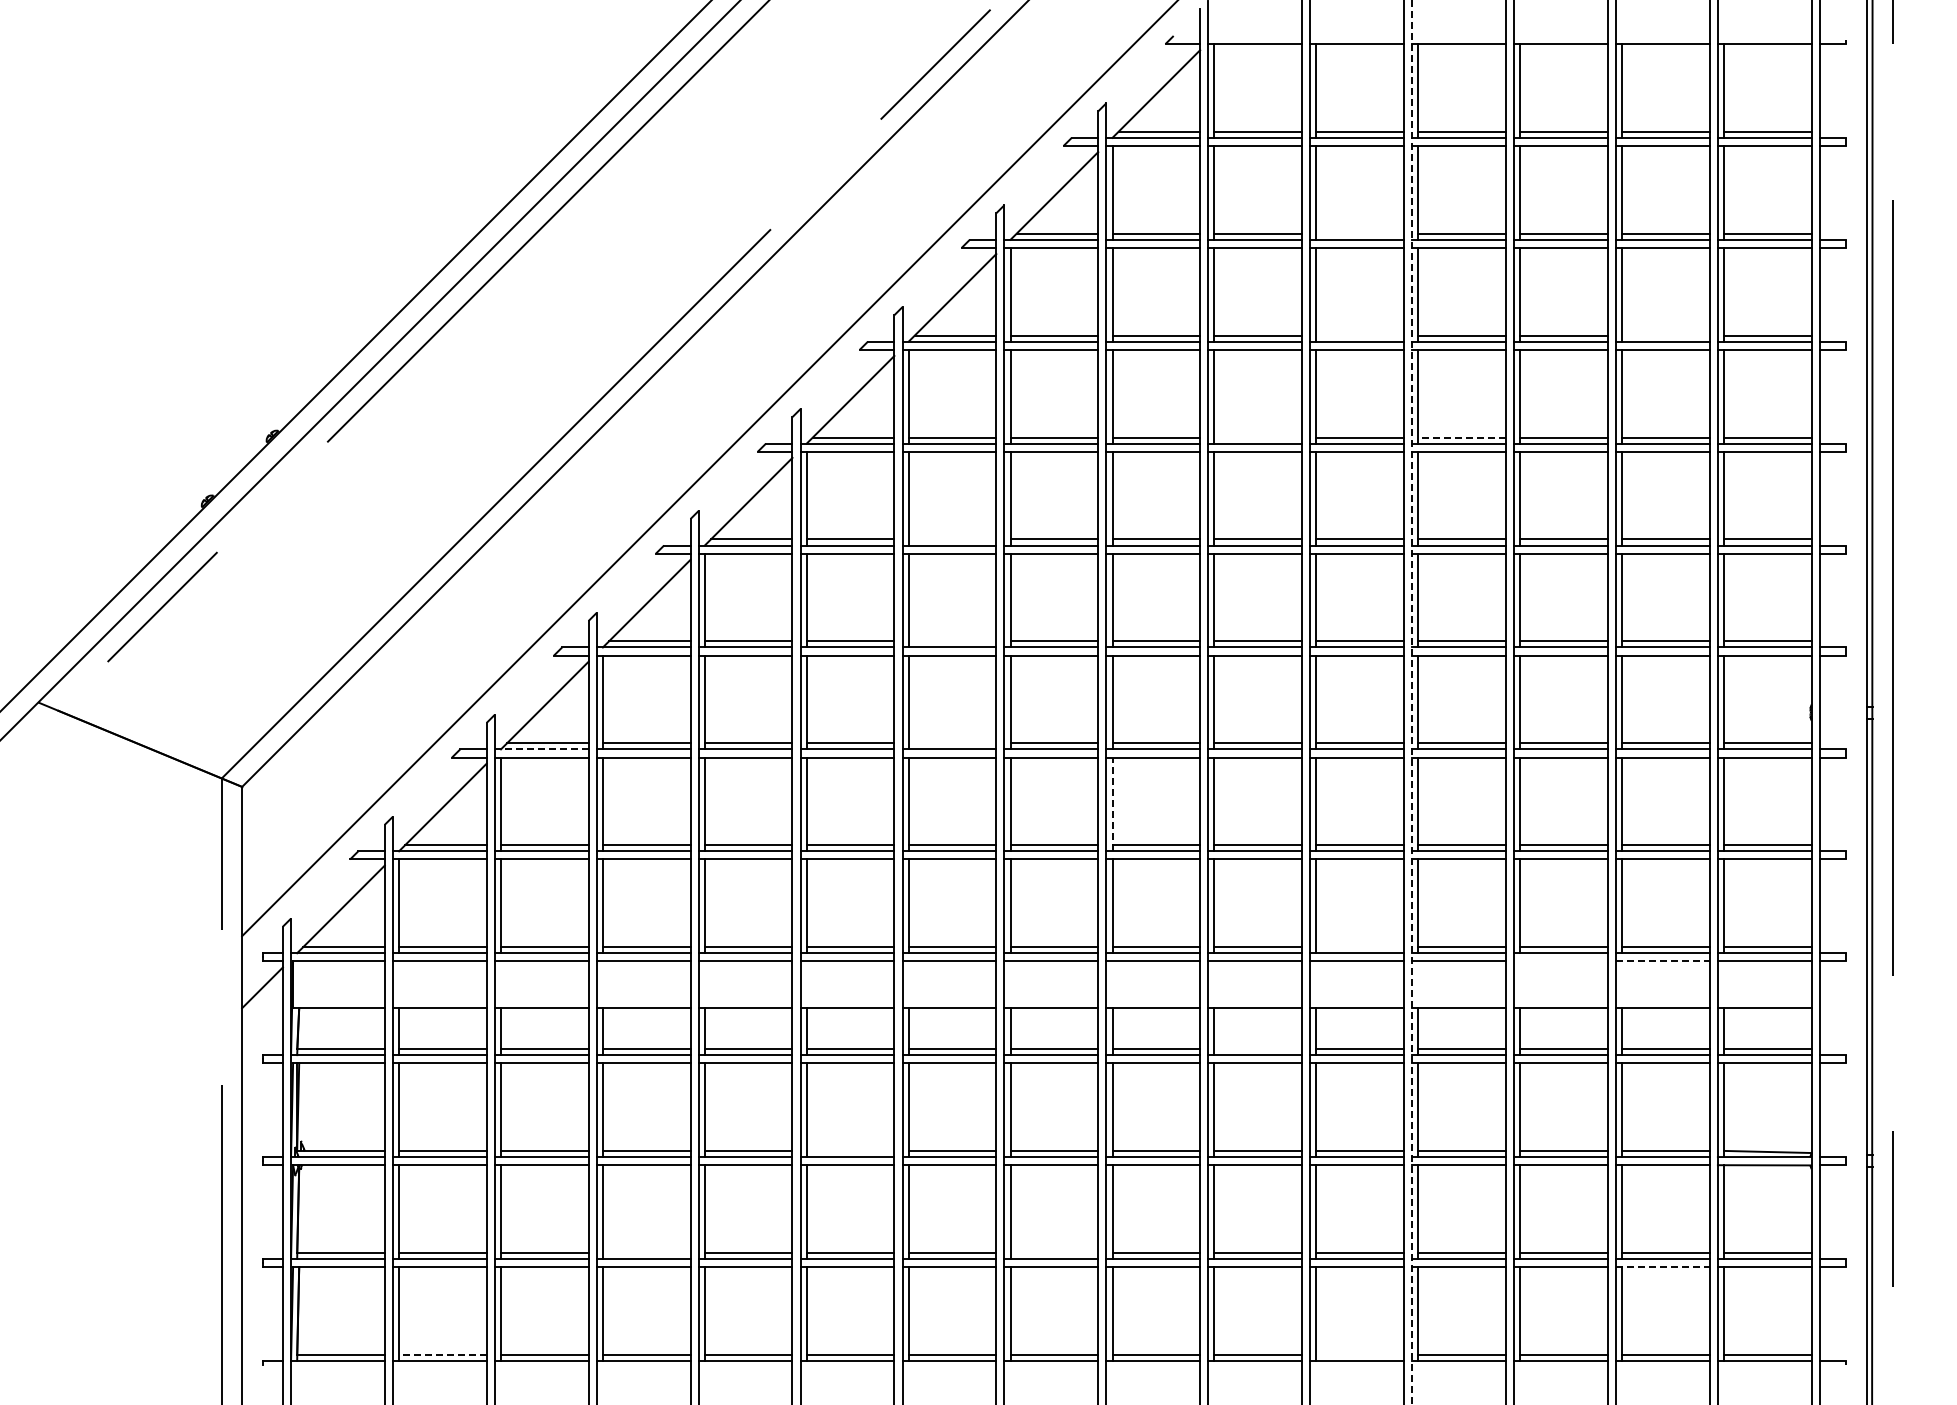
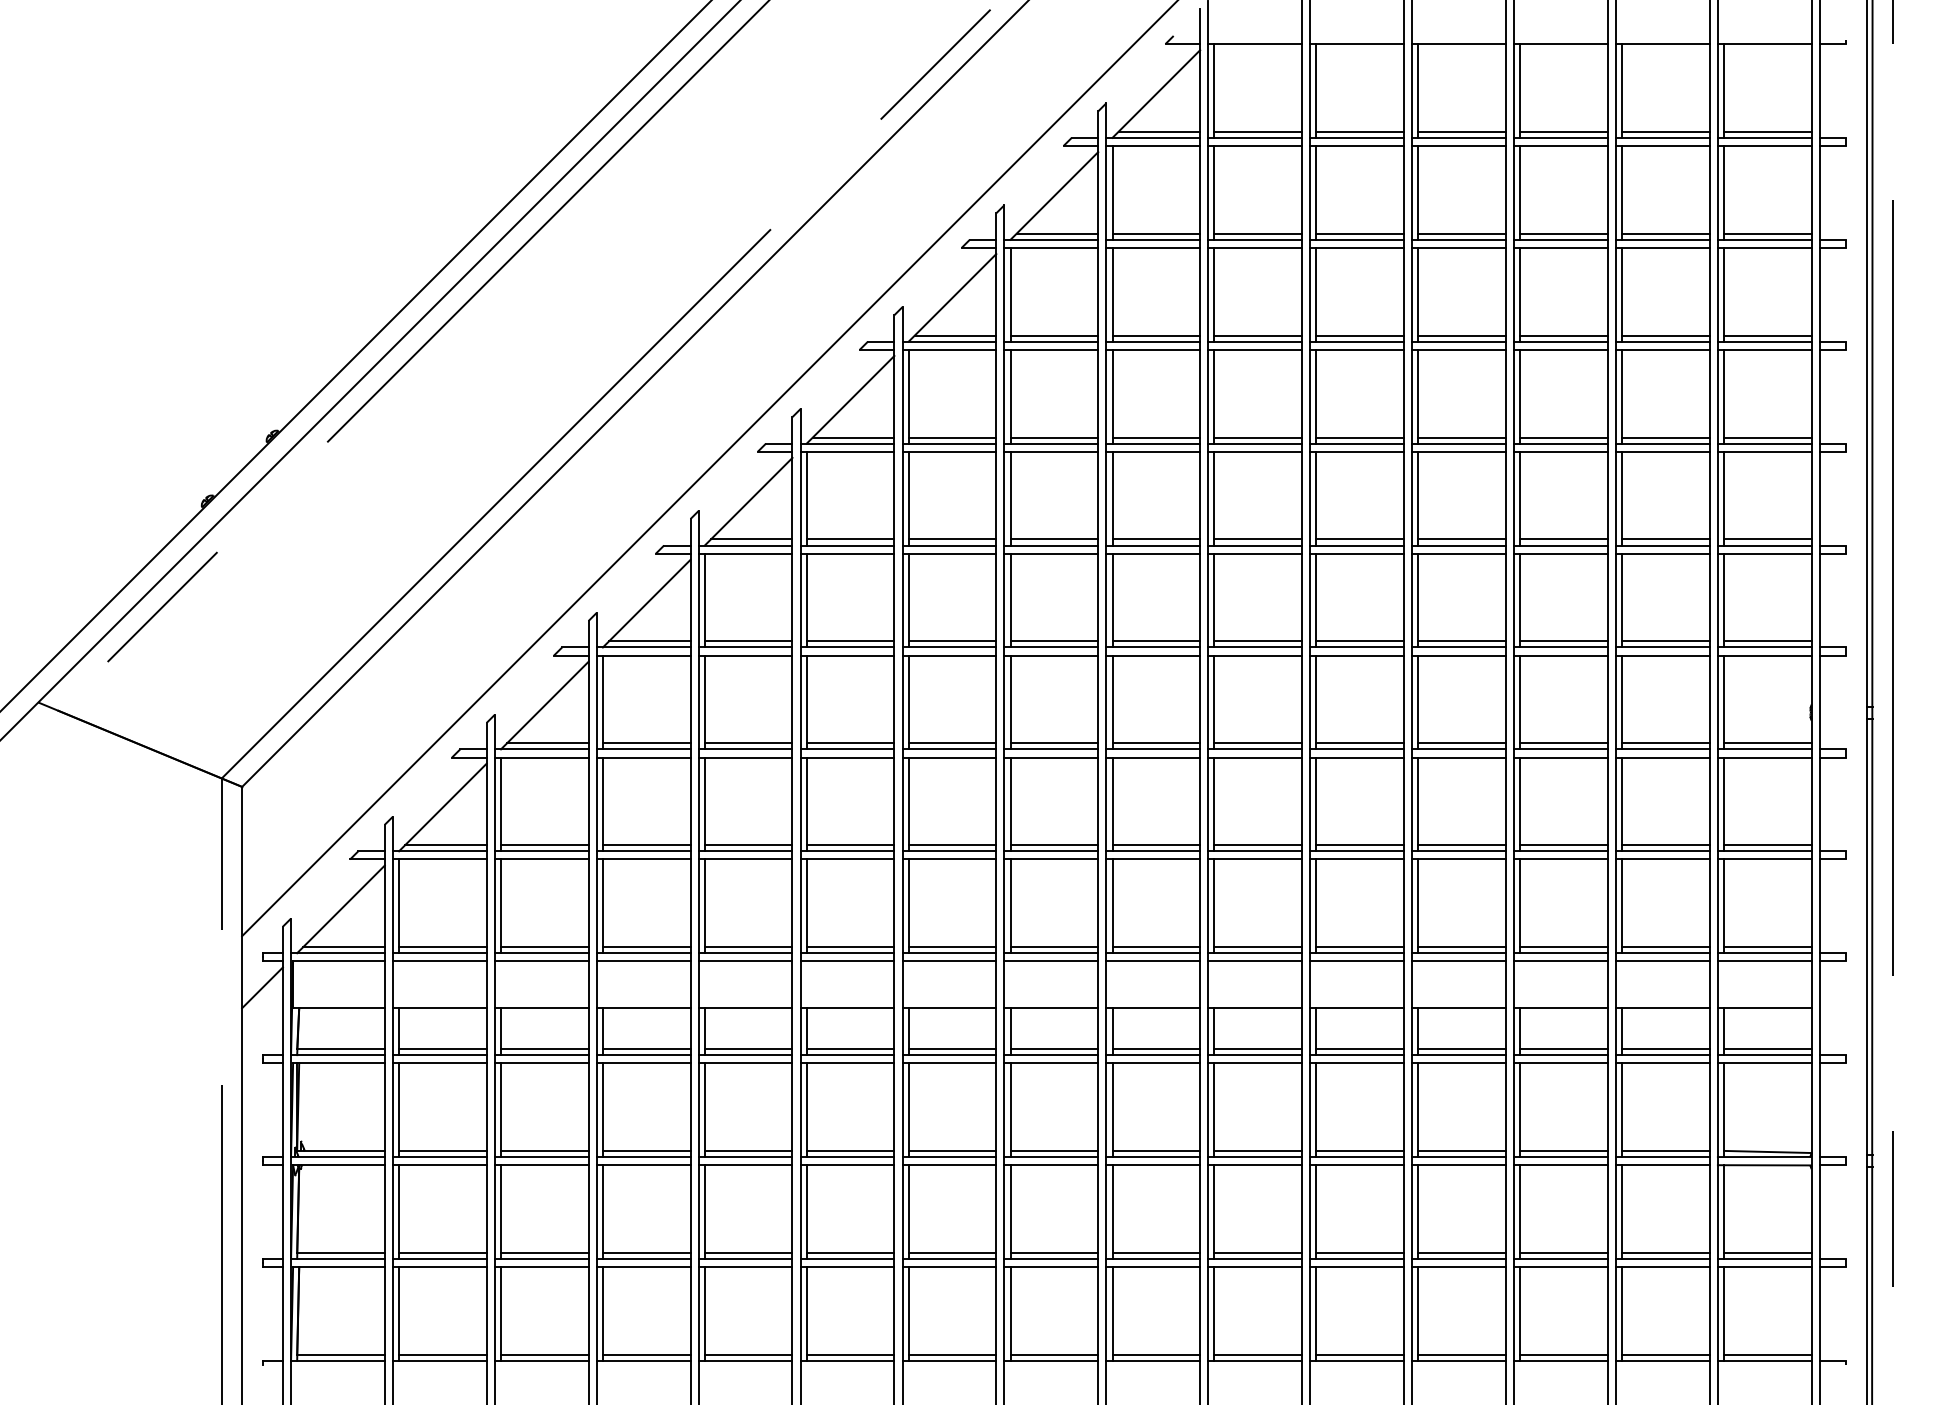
line at (1359, 233): none -> present
line at (1359, 335): none -> present
line at (1665, 335): none -> present
line at (1258, 437): none -> present
line at (1462, 437): dashed -> solid
line at (952, 539): none -> present
line at (952, 641): none -> present
line at (1412, 702): dashed -> solid
line at (952, 743): none -> present
line at (541, 749): dashed -> solid
line at (1112, 804): dashed -> solid
line at (1359, 947): none -> present
line at (1560, 961): none -> present
line at (1662, 961): dashed -> solid
line at (1258, 1049): none -> present
line at (850, 1150): none -> present
line at (646, 1252): none -> present
line at (1054, 1252): none -> present
line at (1662, 1267): dashed -> solid
line at (442, 1354): dashed -> solid
line at (1359, 1354): none -> present
